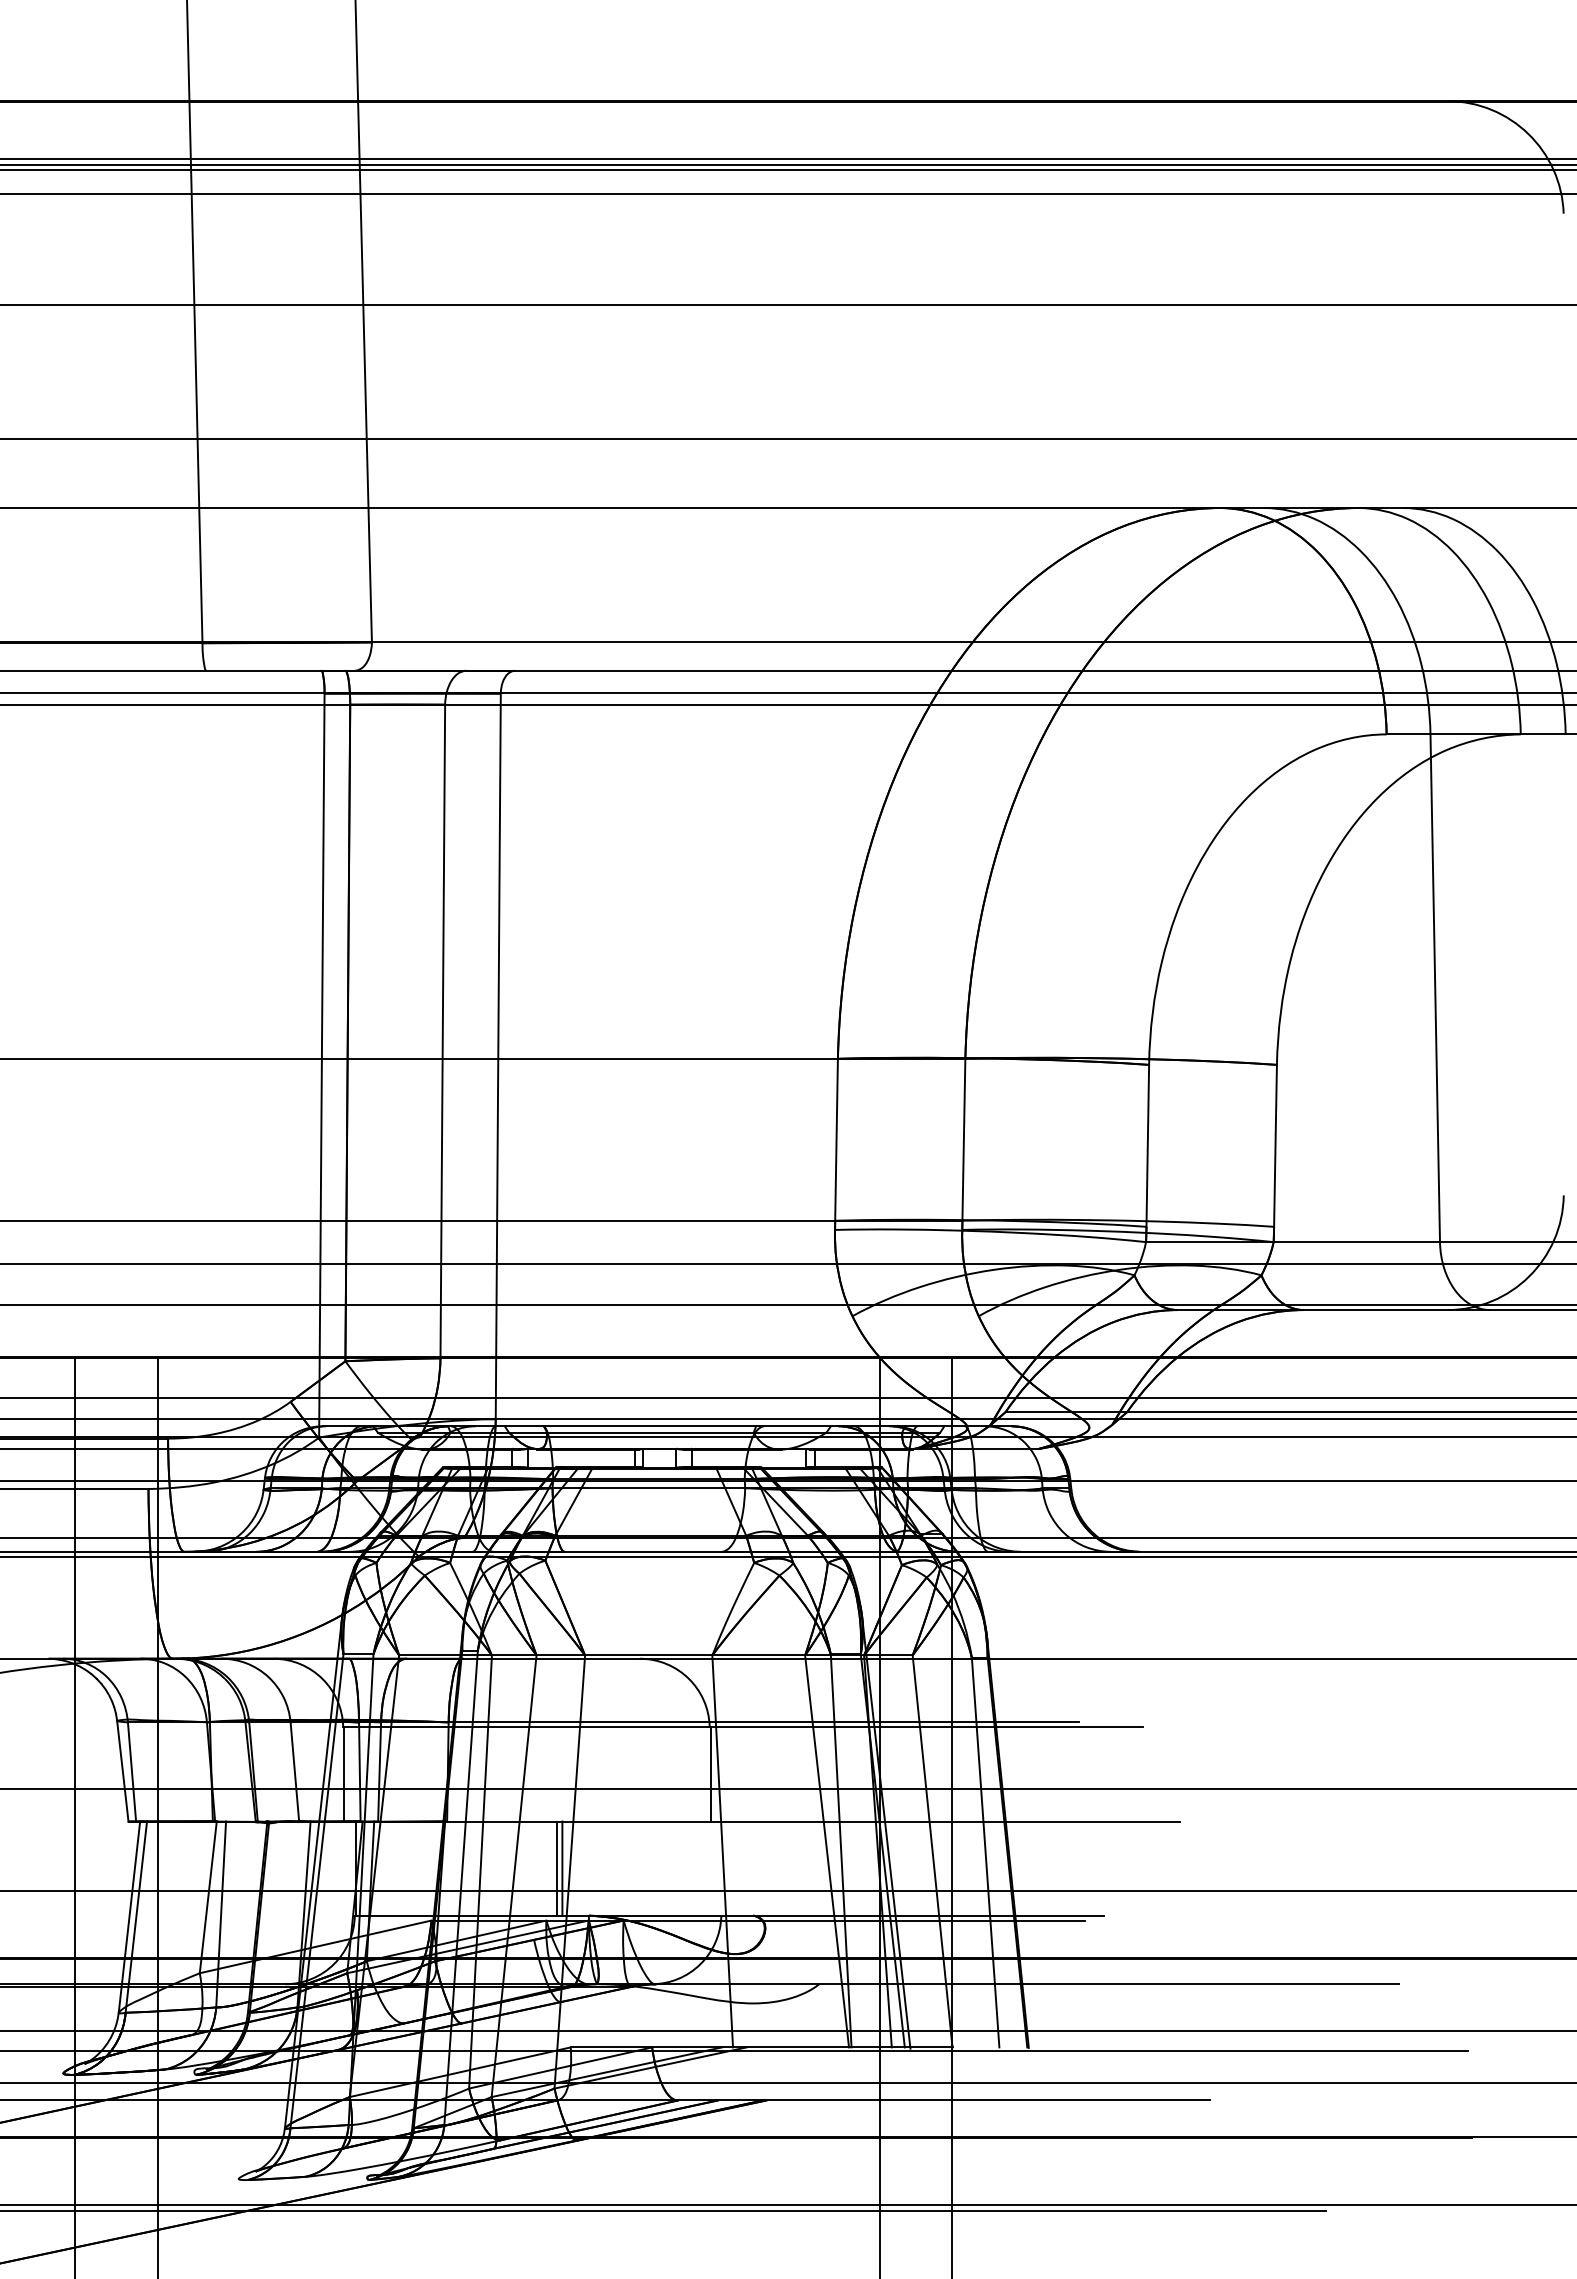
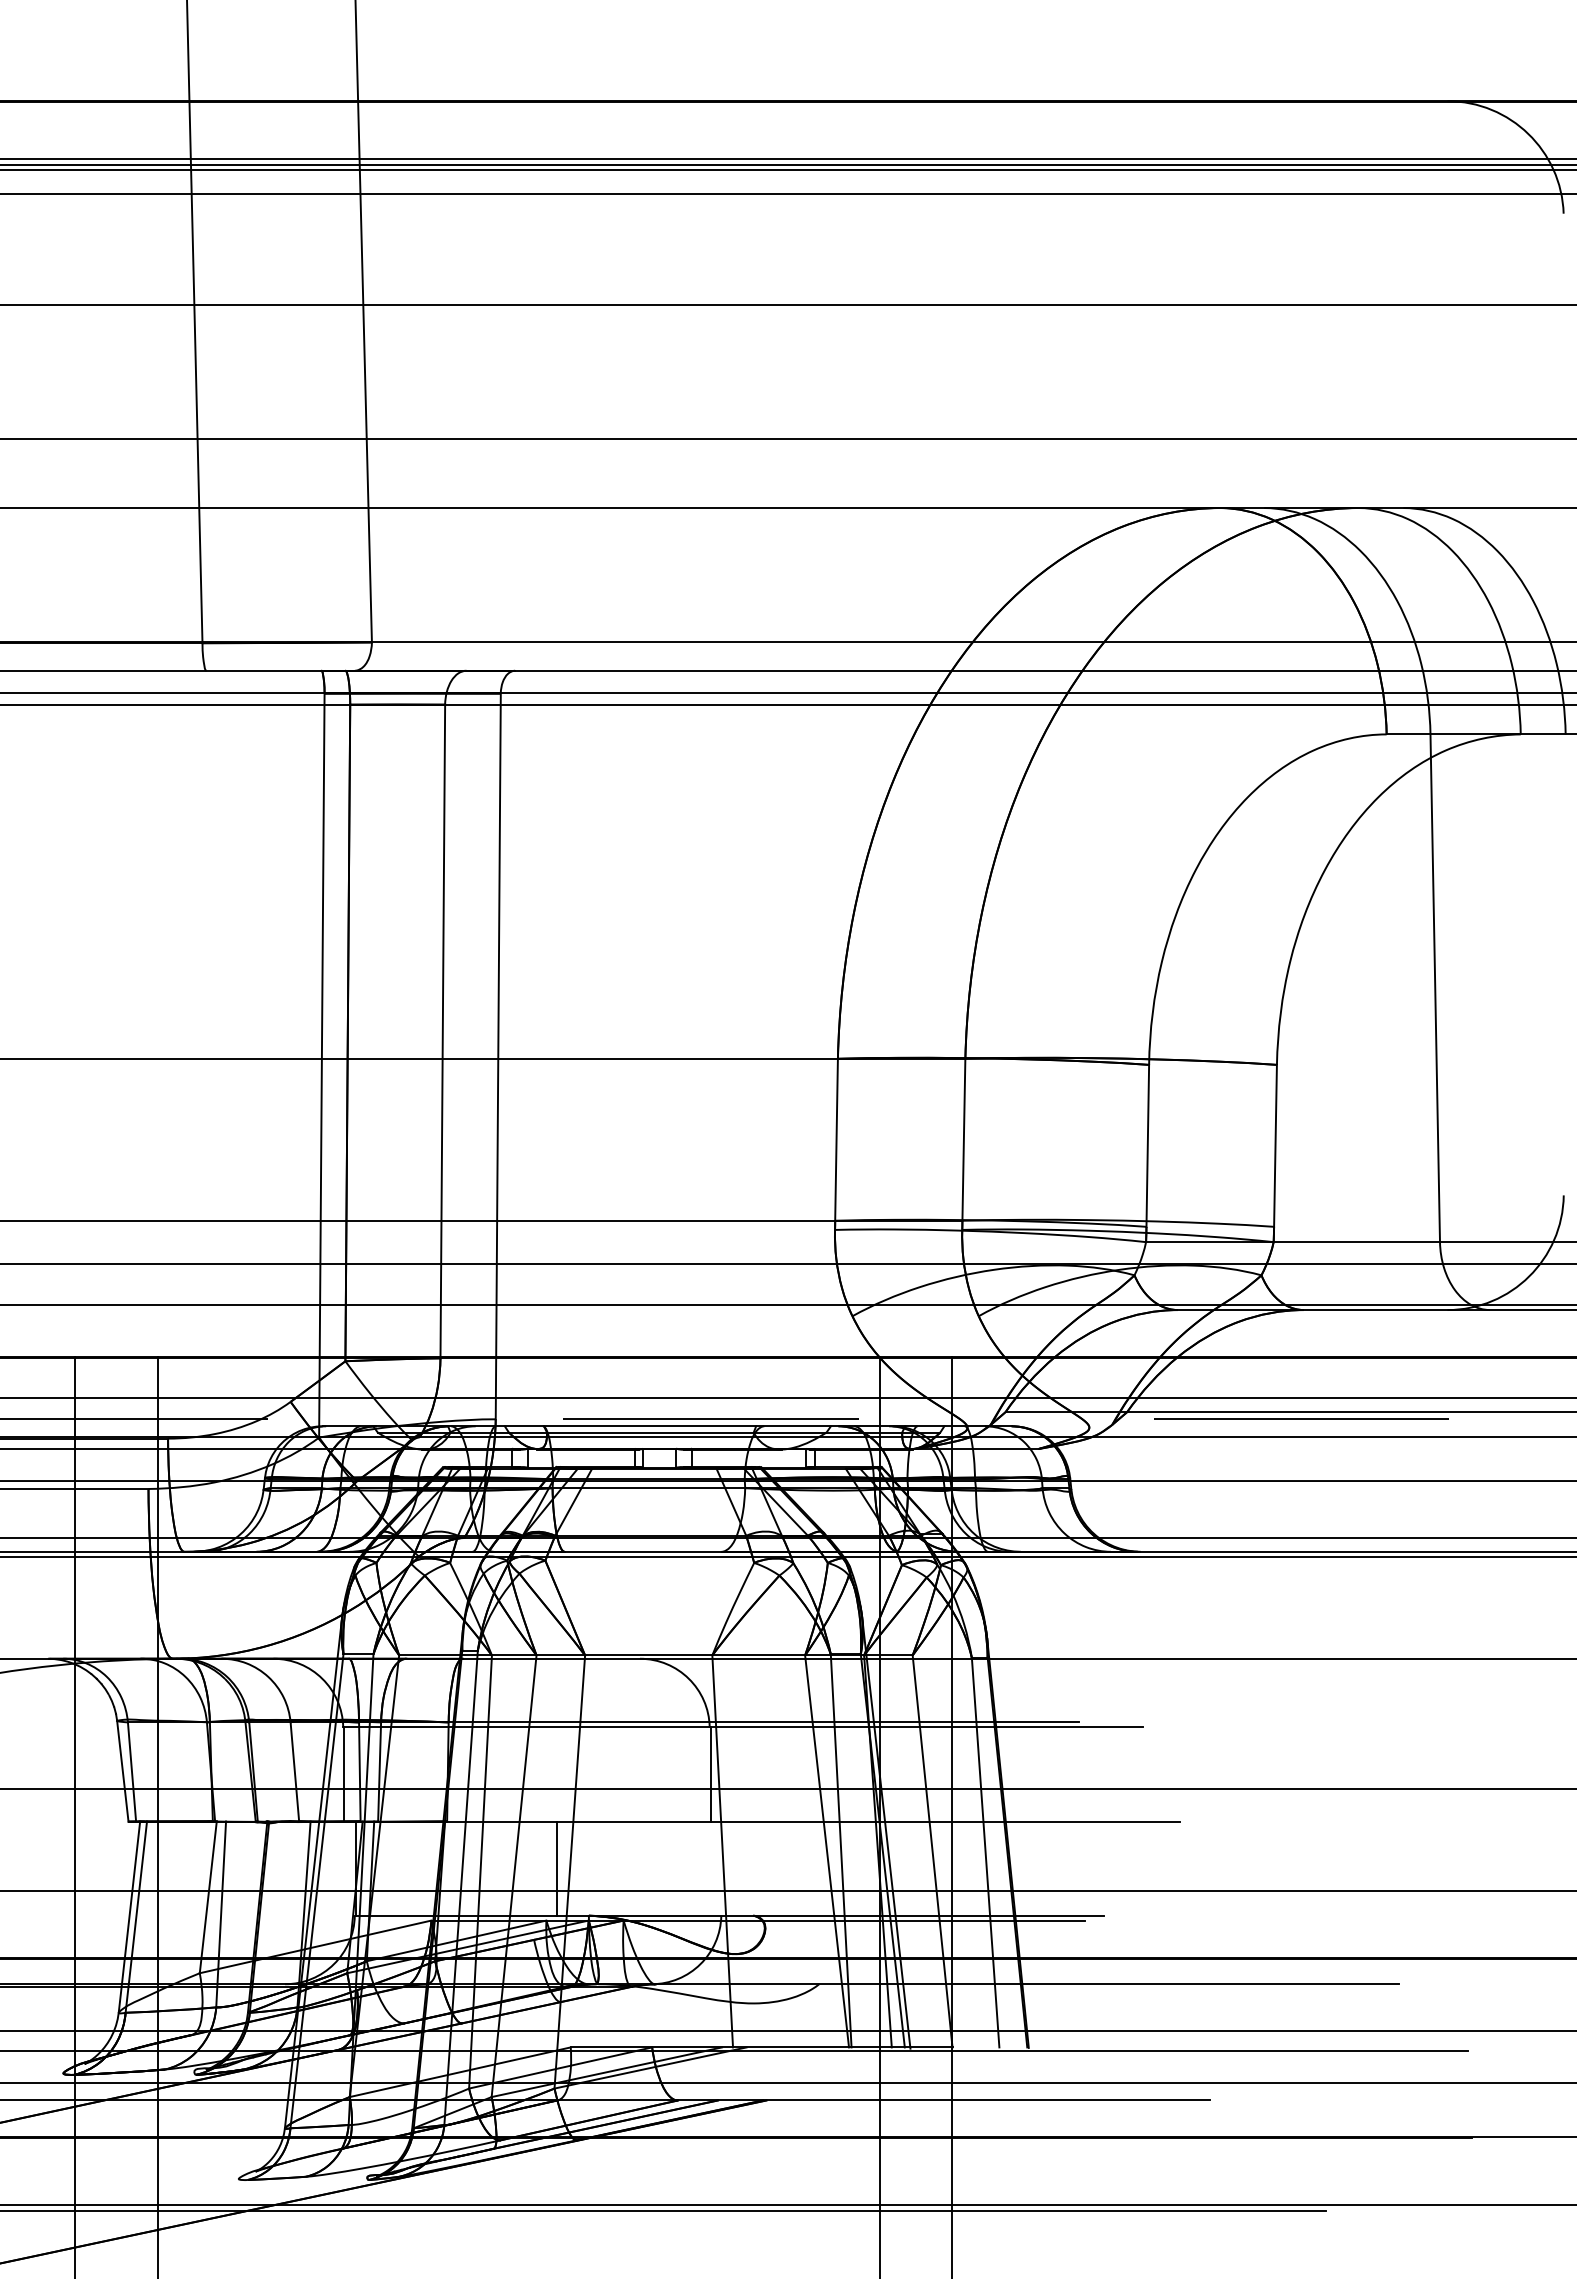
line at (788, 1419): solid -> dashed
line at (562, 1868): present -> none
